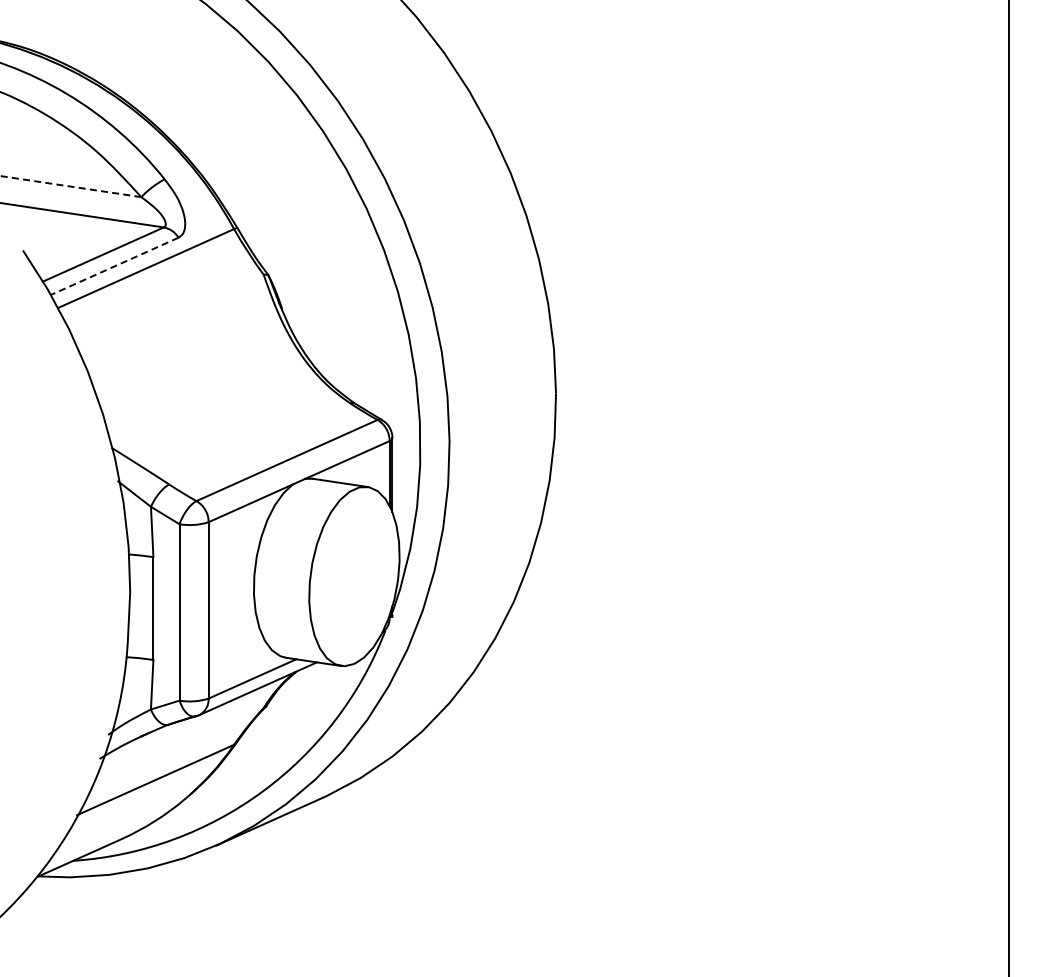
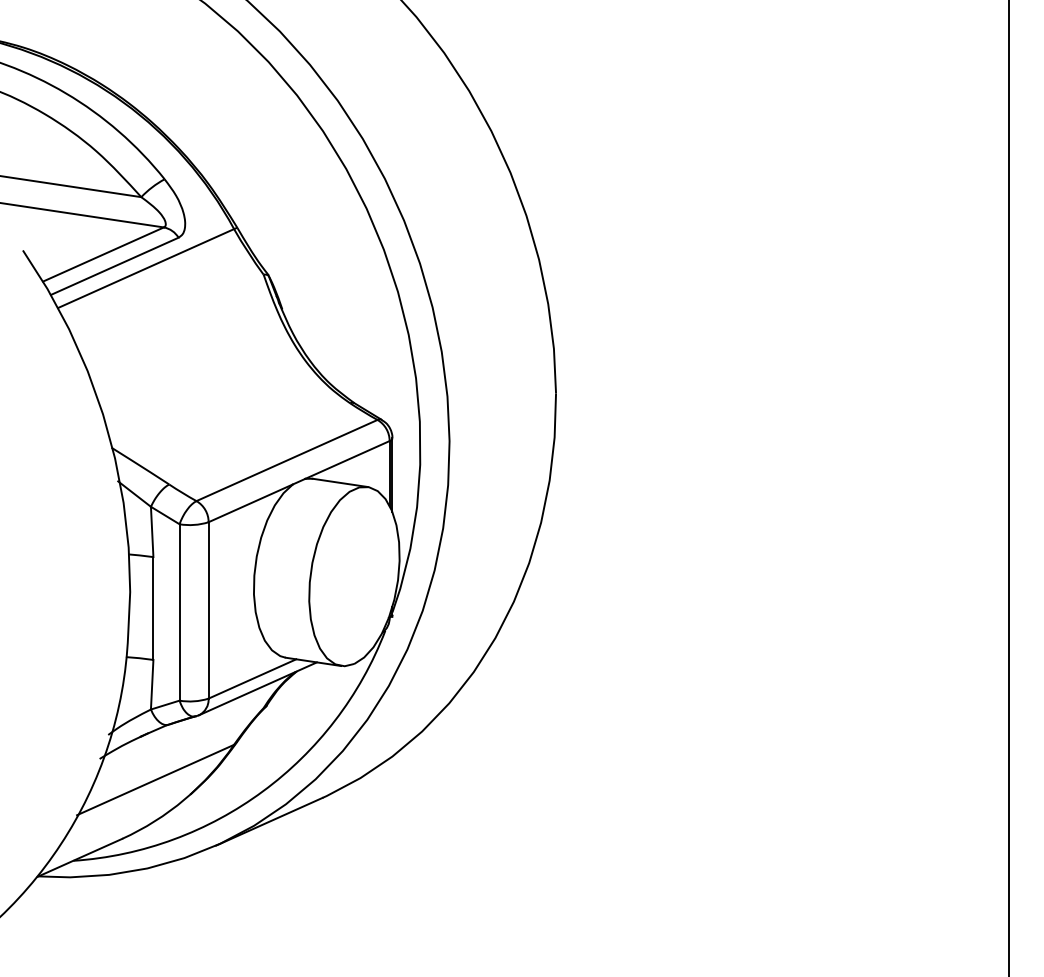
line at (70, 186): dashed -> solid
line at (114, 266): dashed -> solid
